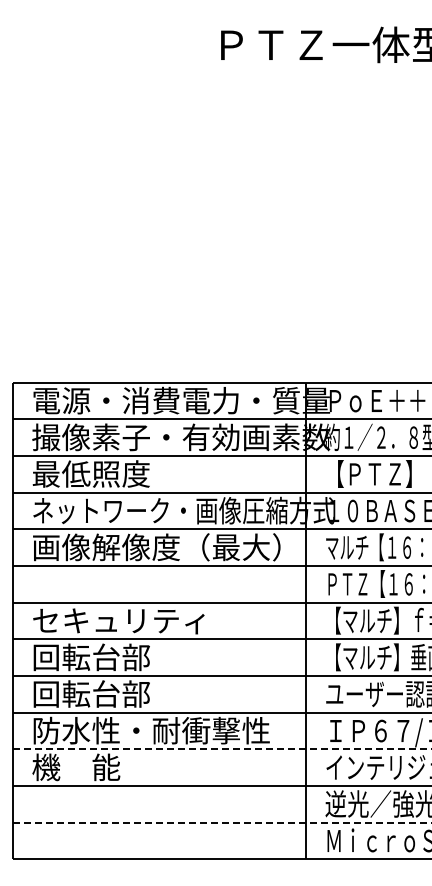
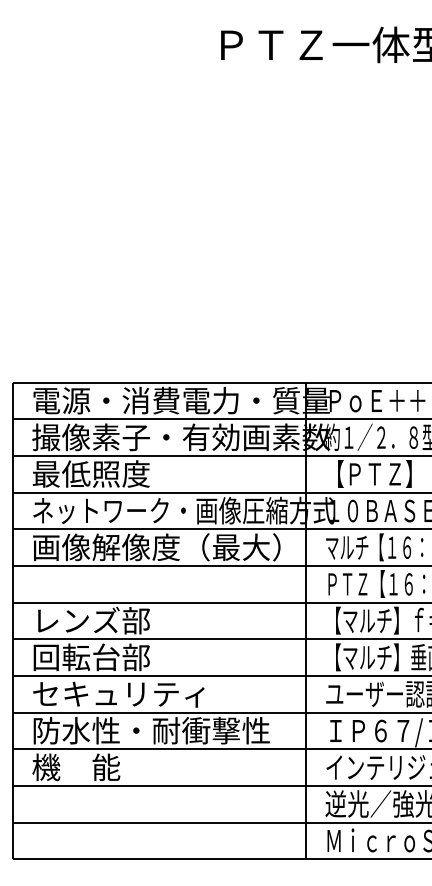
text at (118, 620): セキュリティ -> レンズ部
text at (118, 693): 回転台部 -> セキュリティ
line at (222, 749): dashed -> solid
line at (222, 822): dashed -> solid
